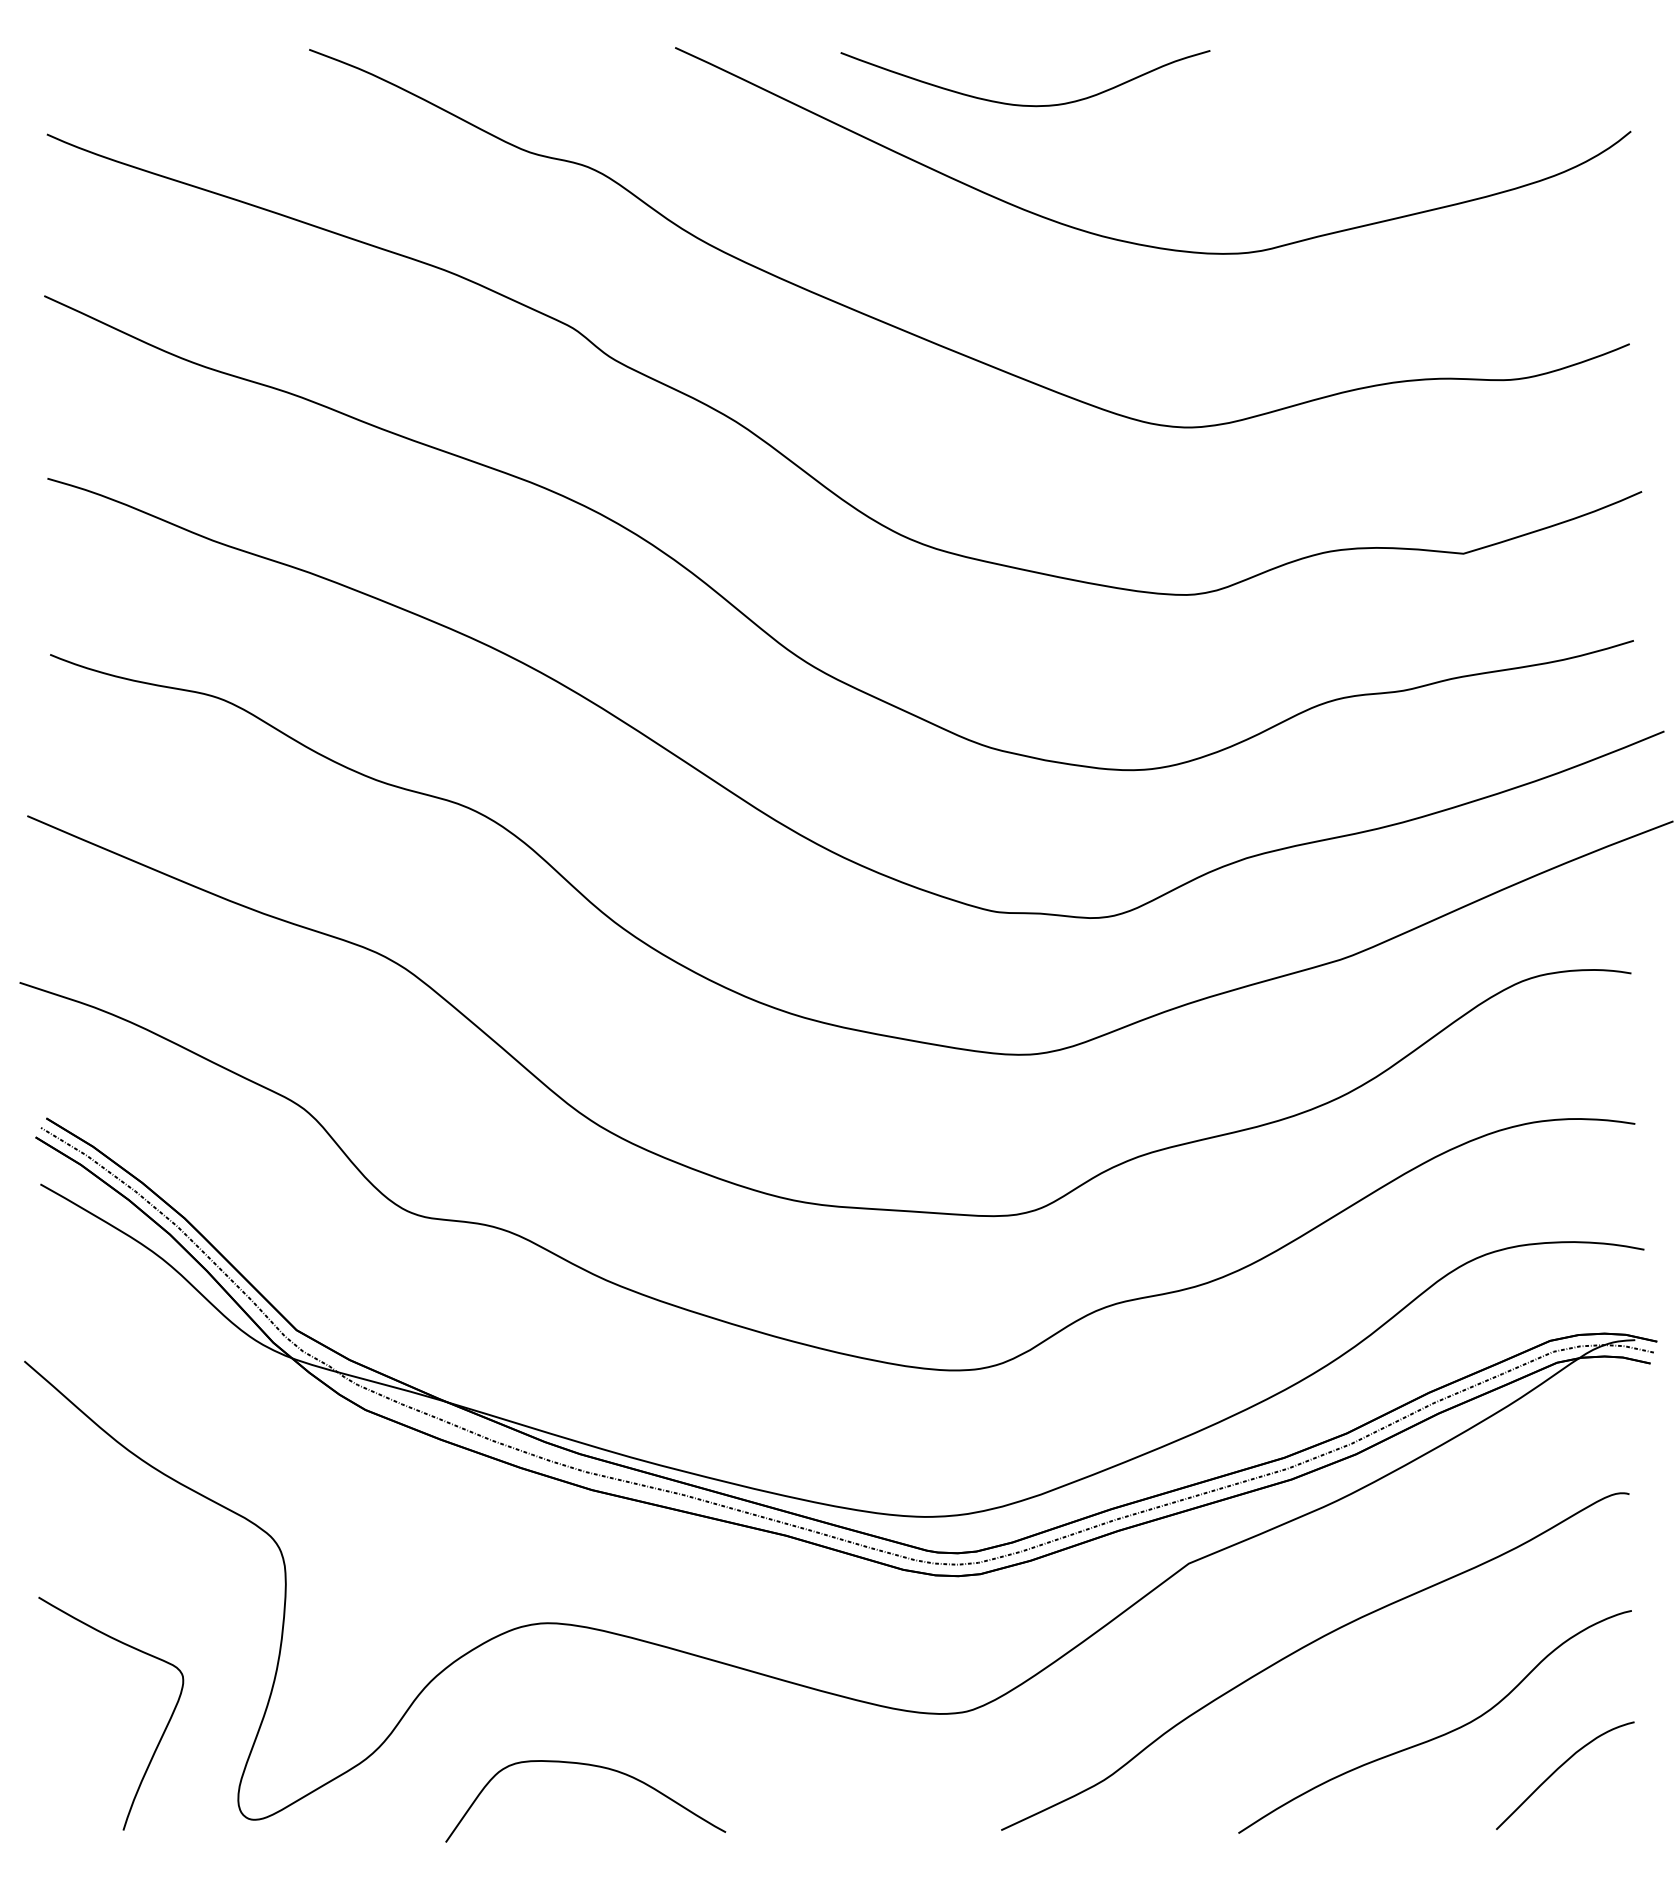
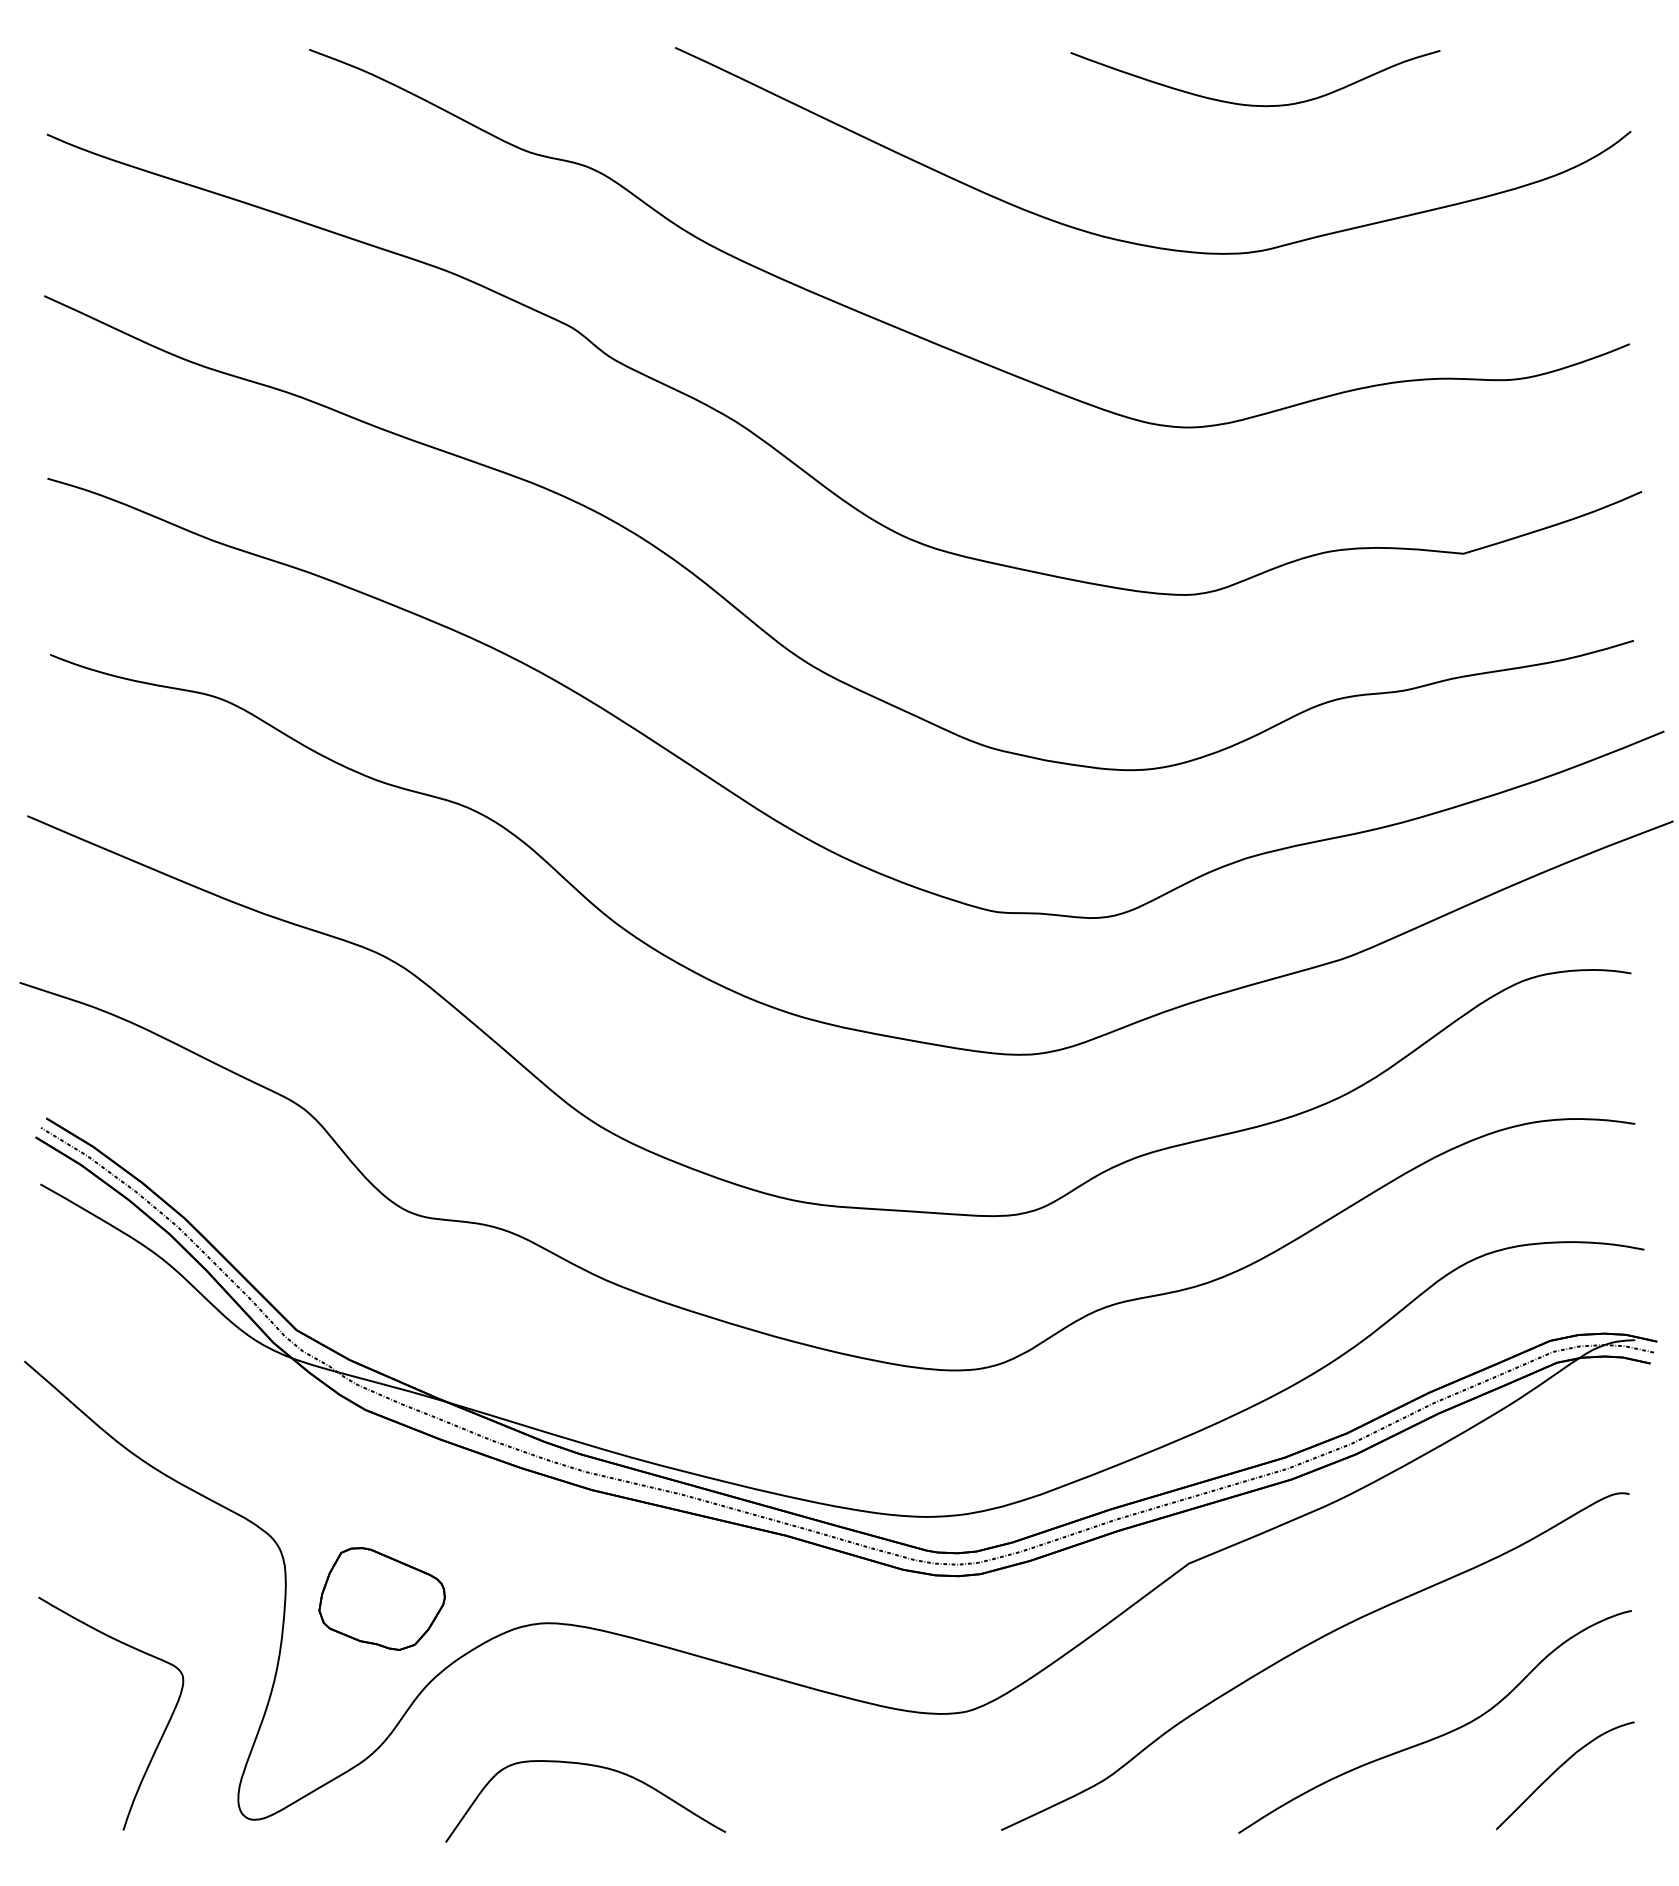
part at (1024, 104) position: (1024, 104) -> (1254, 104)
part at (381, 1598): none -> present
